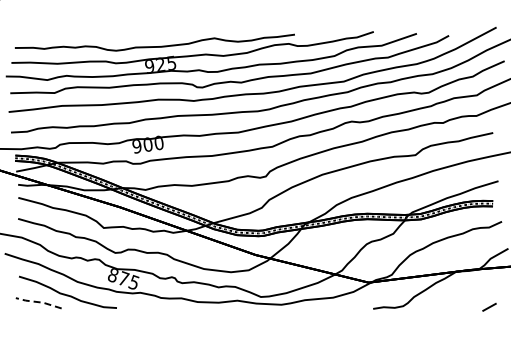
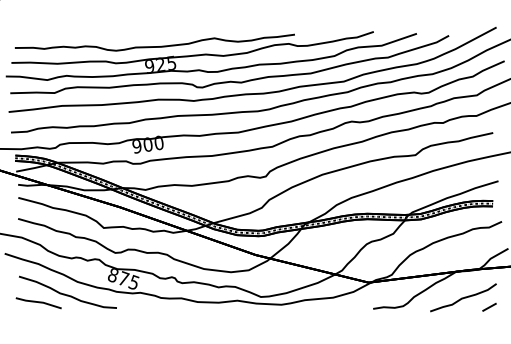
curve at (463, 297): none -> present
line at (38, 302): dashed -> solid
